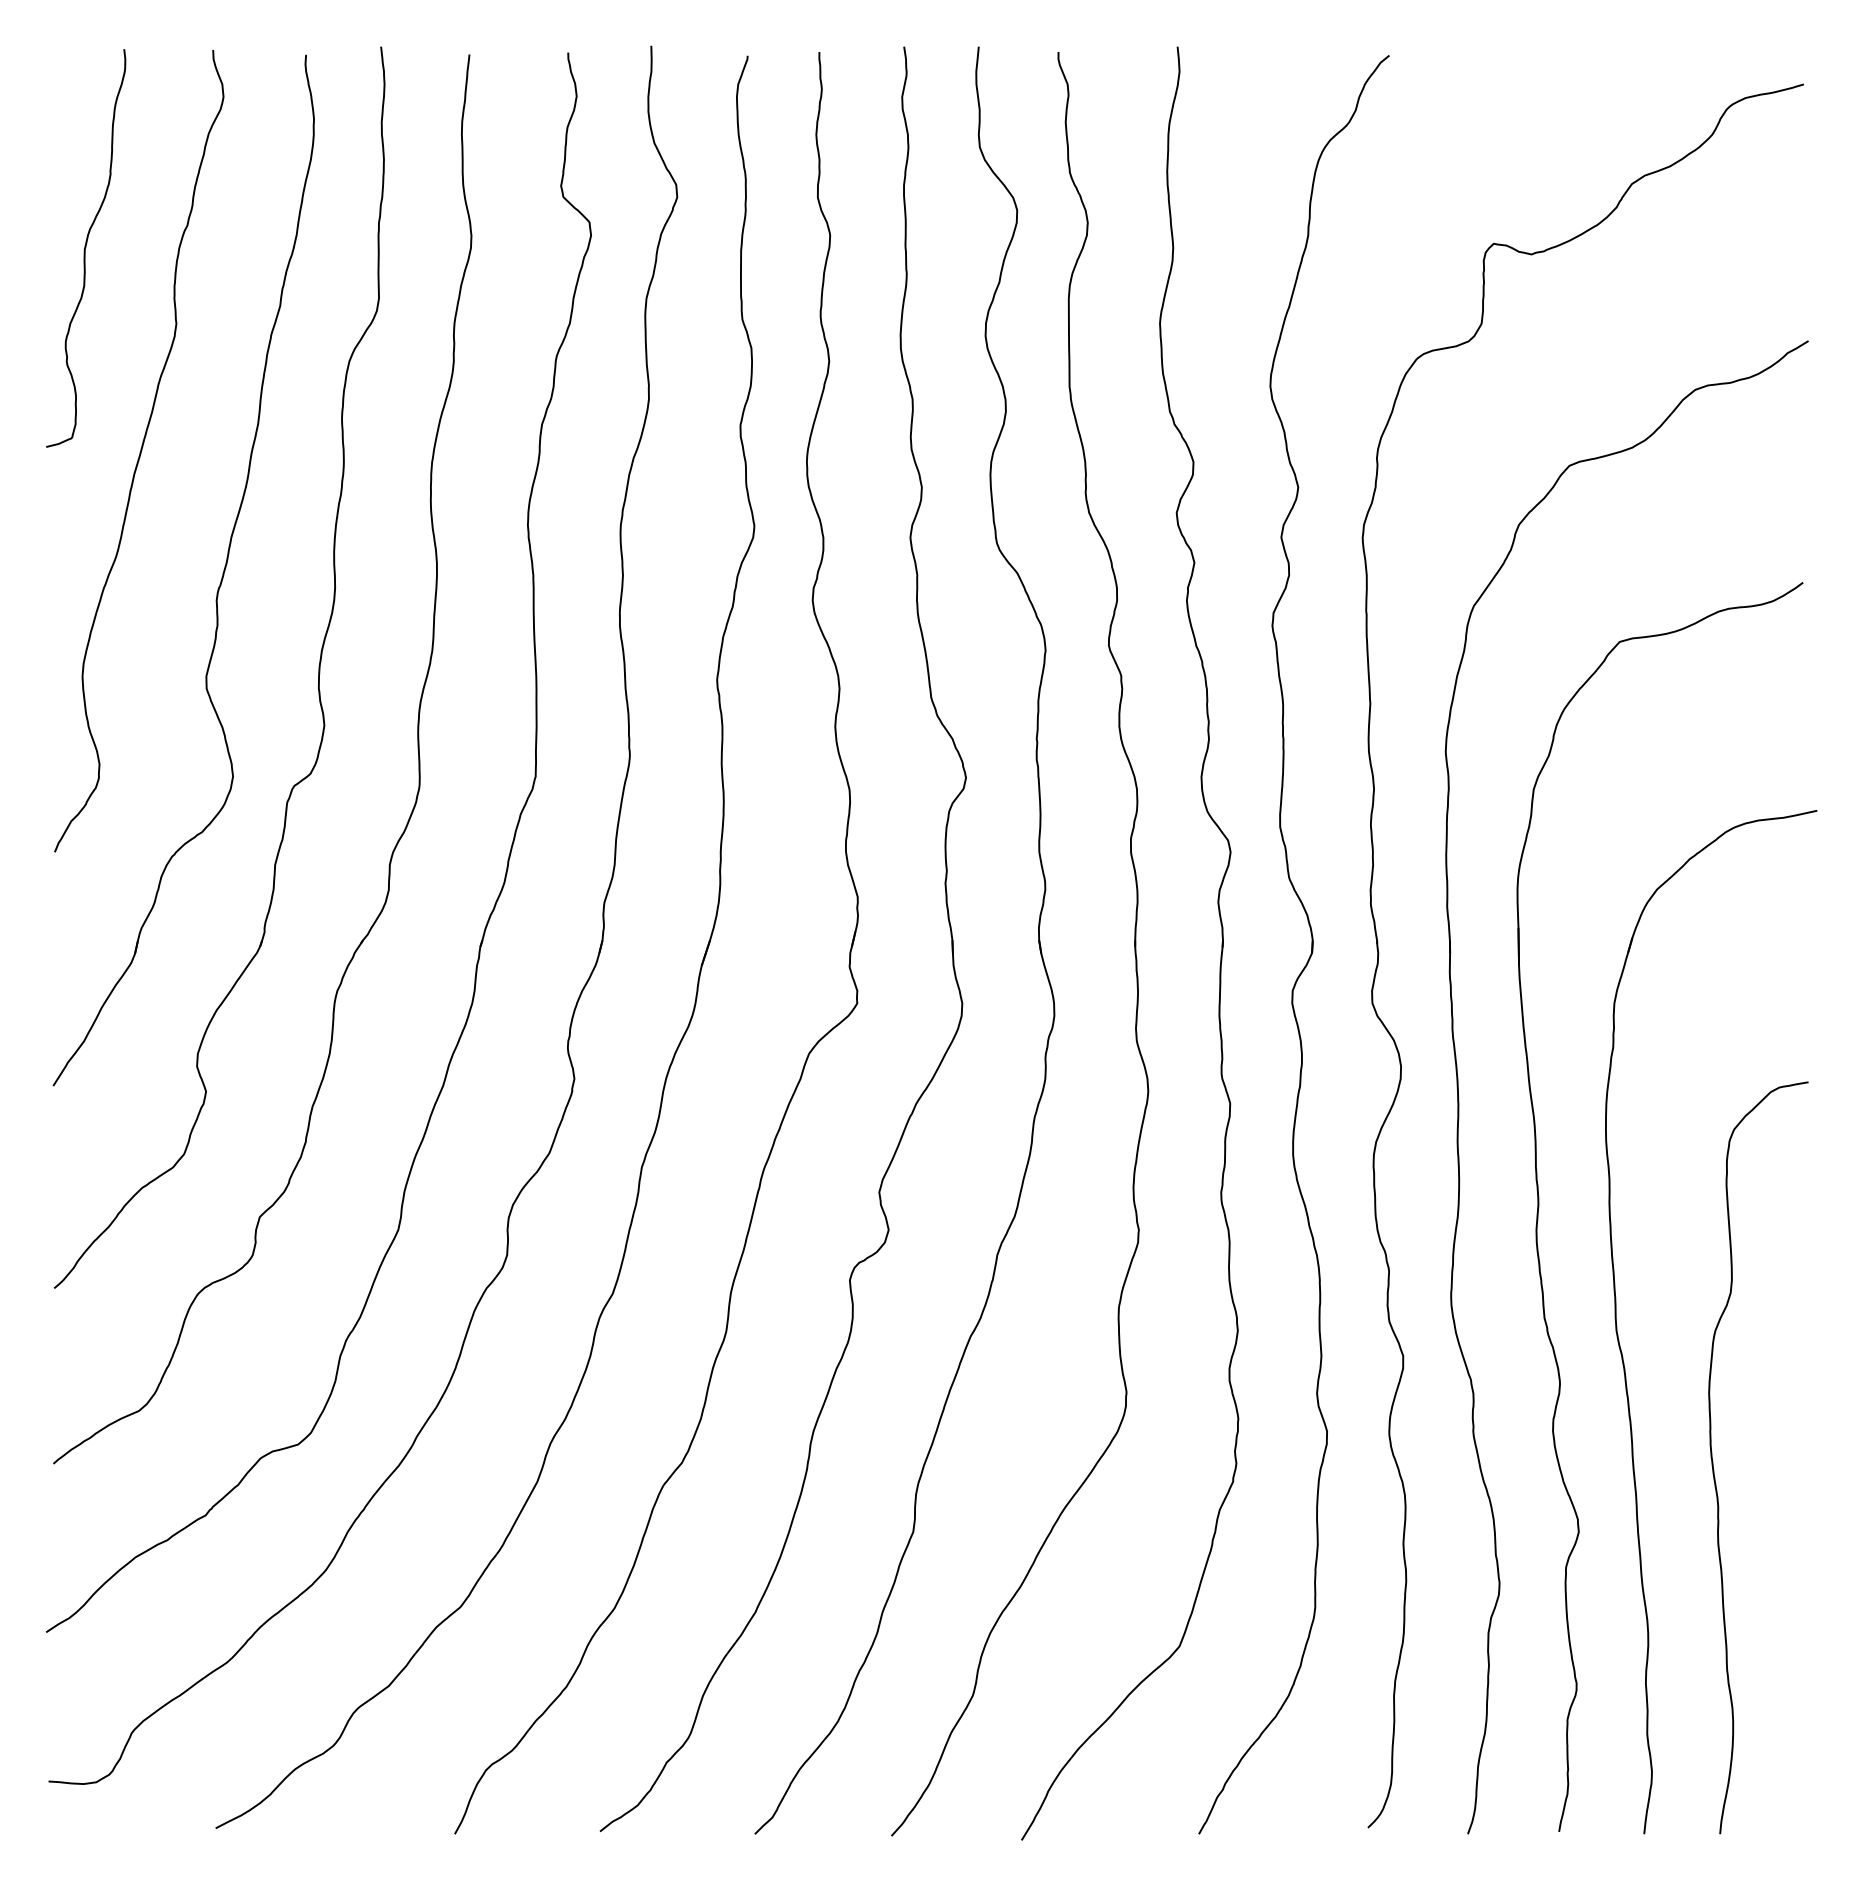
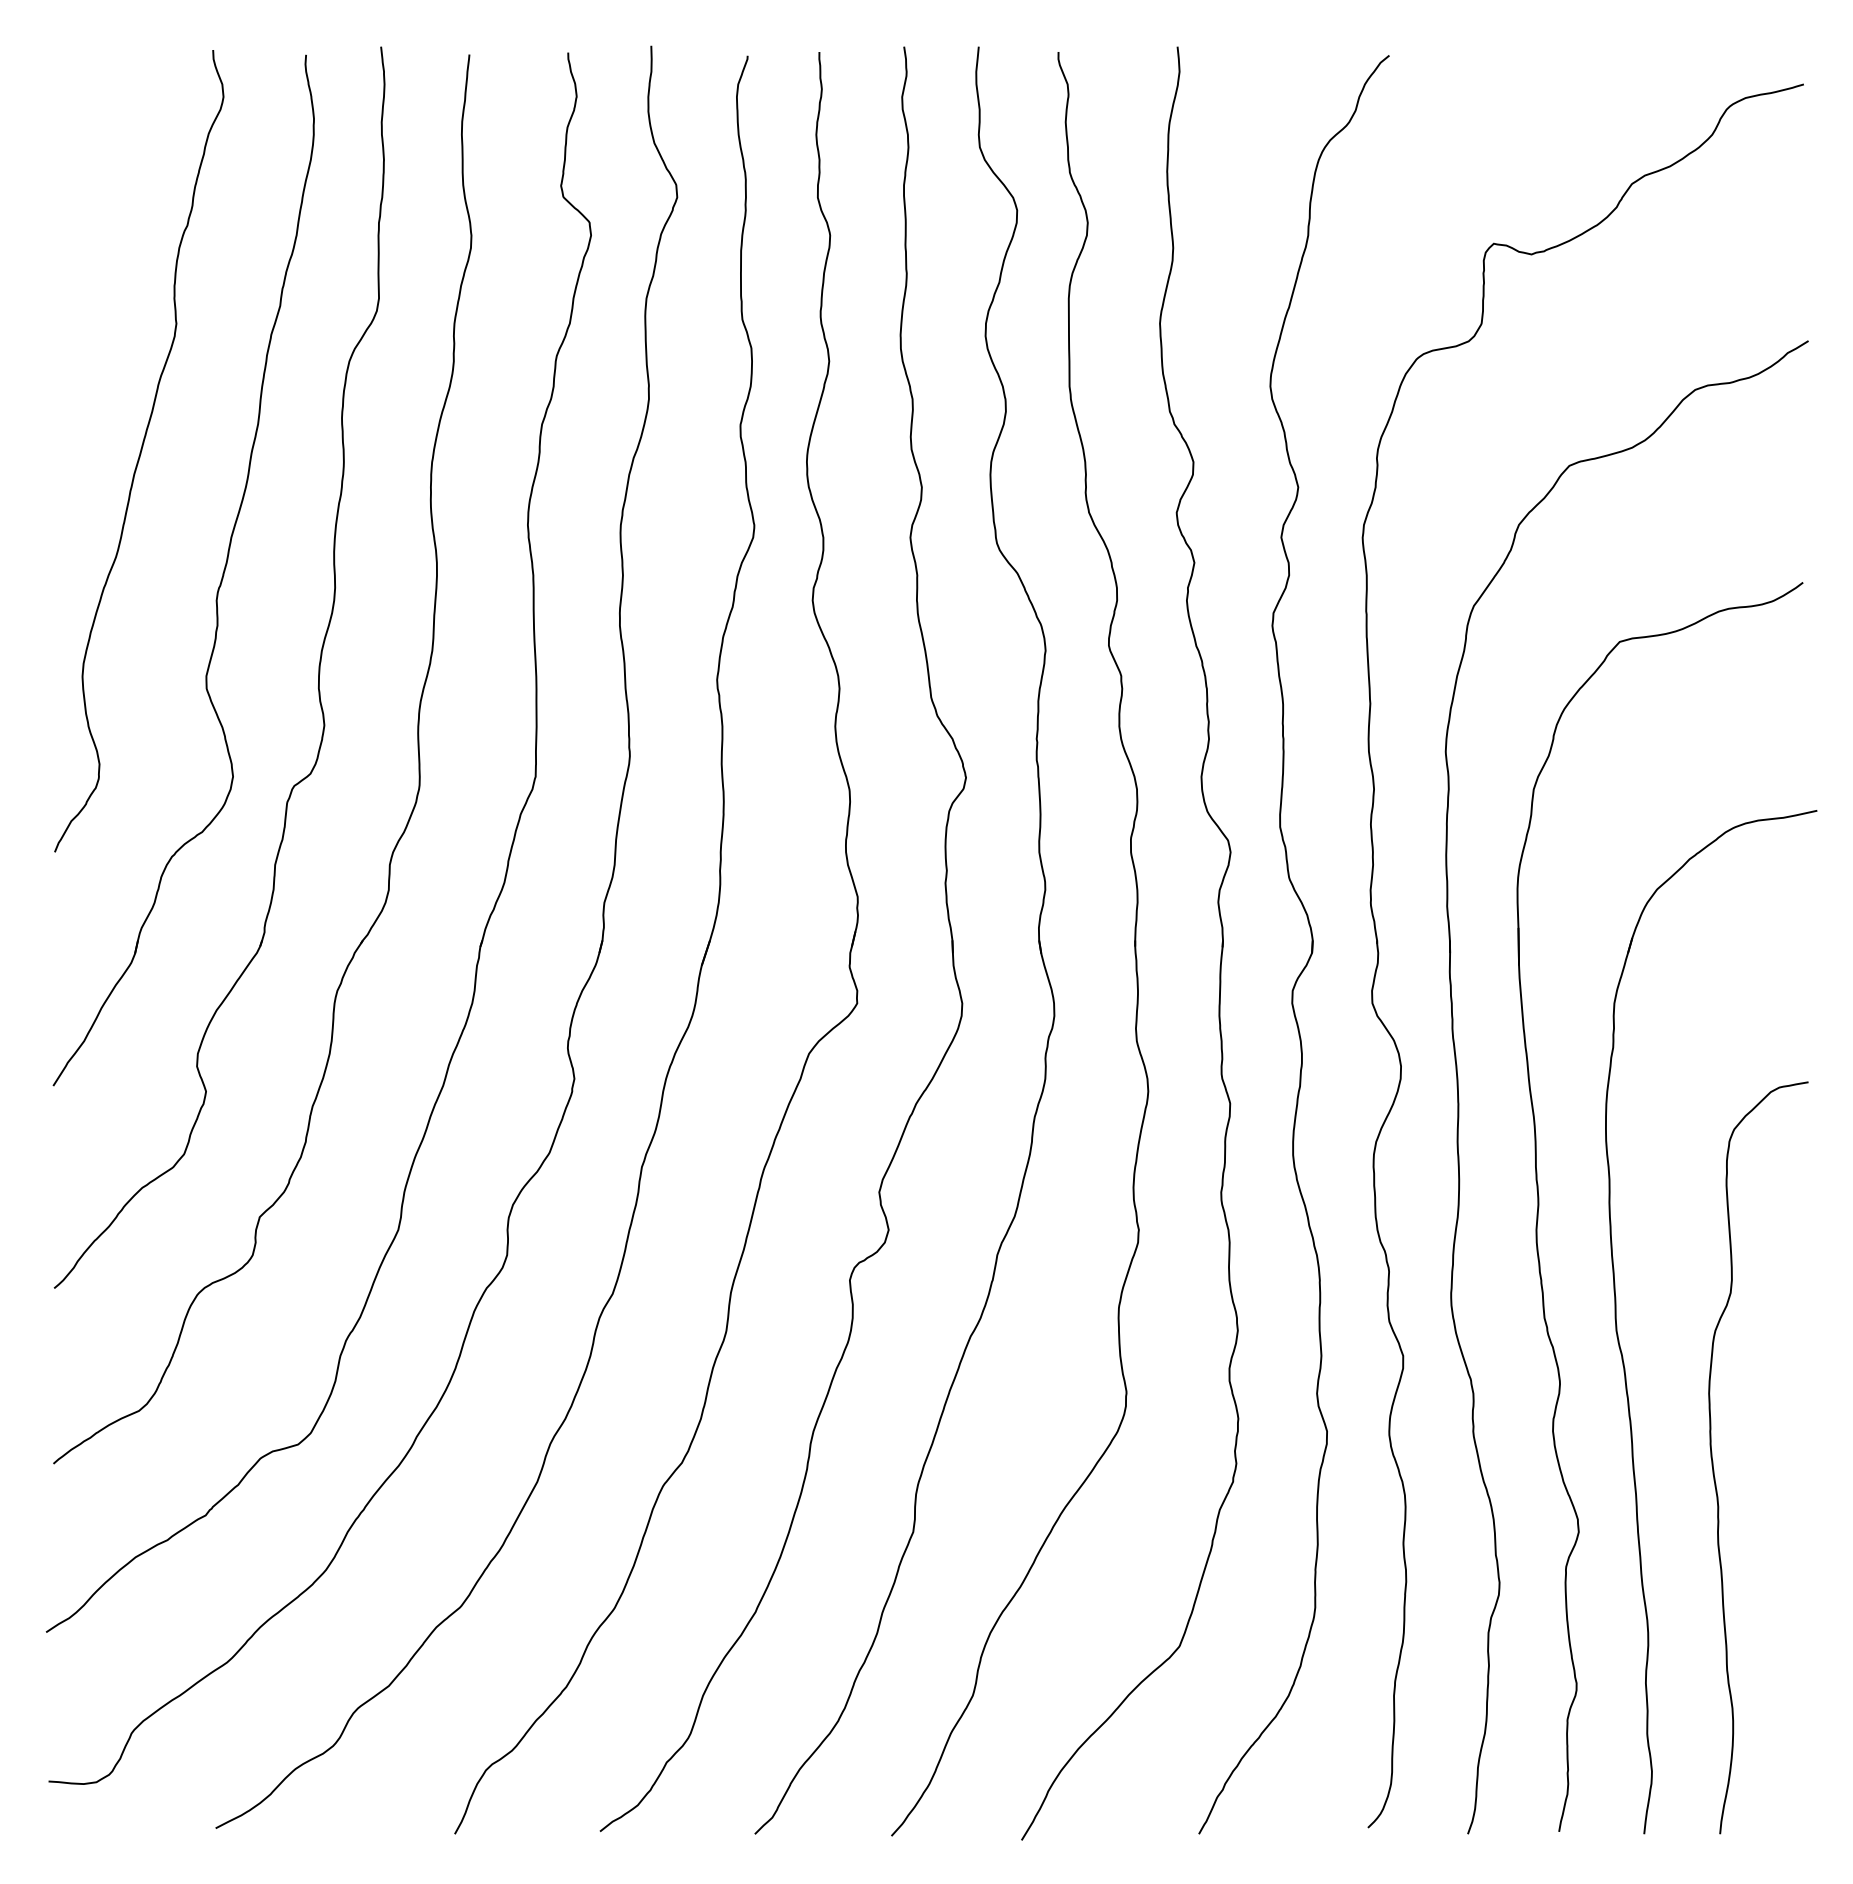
curve at (86, 247): present -> none
